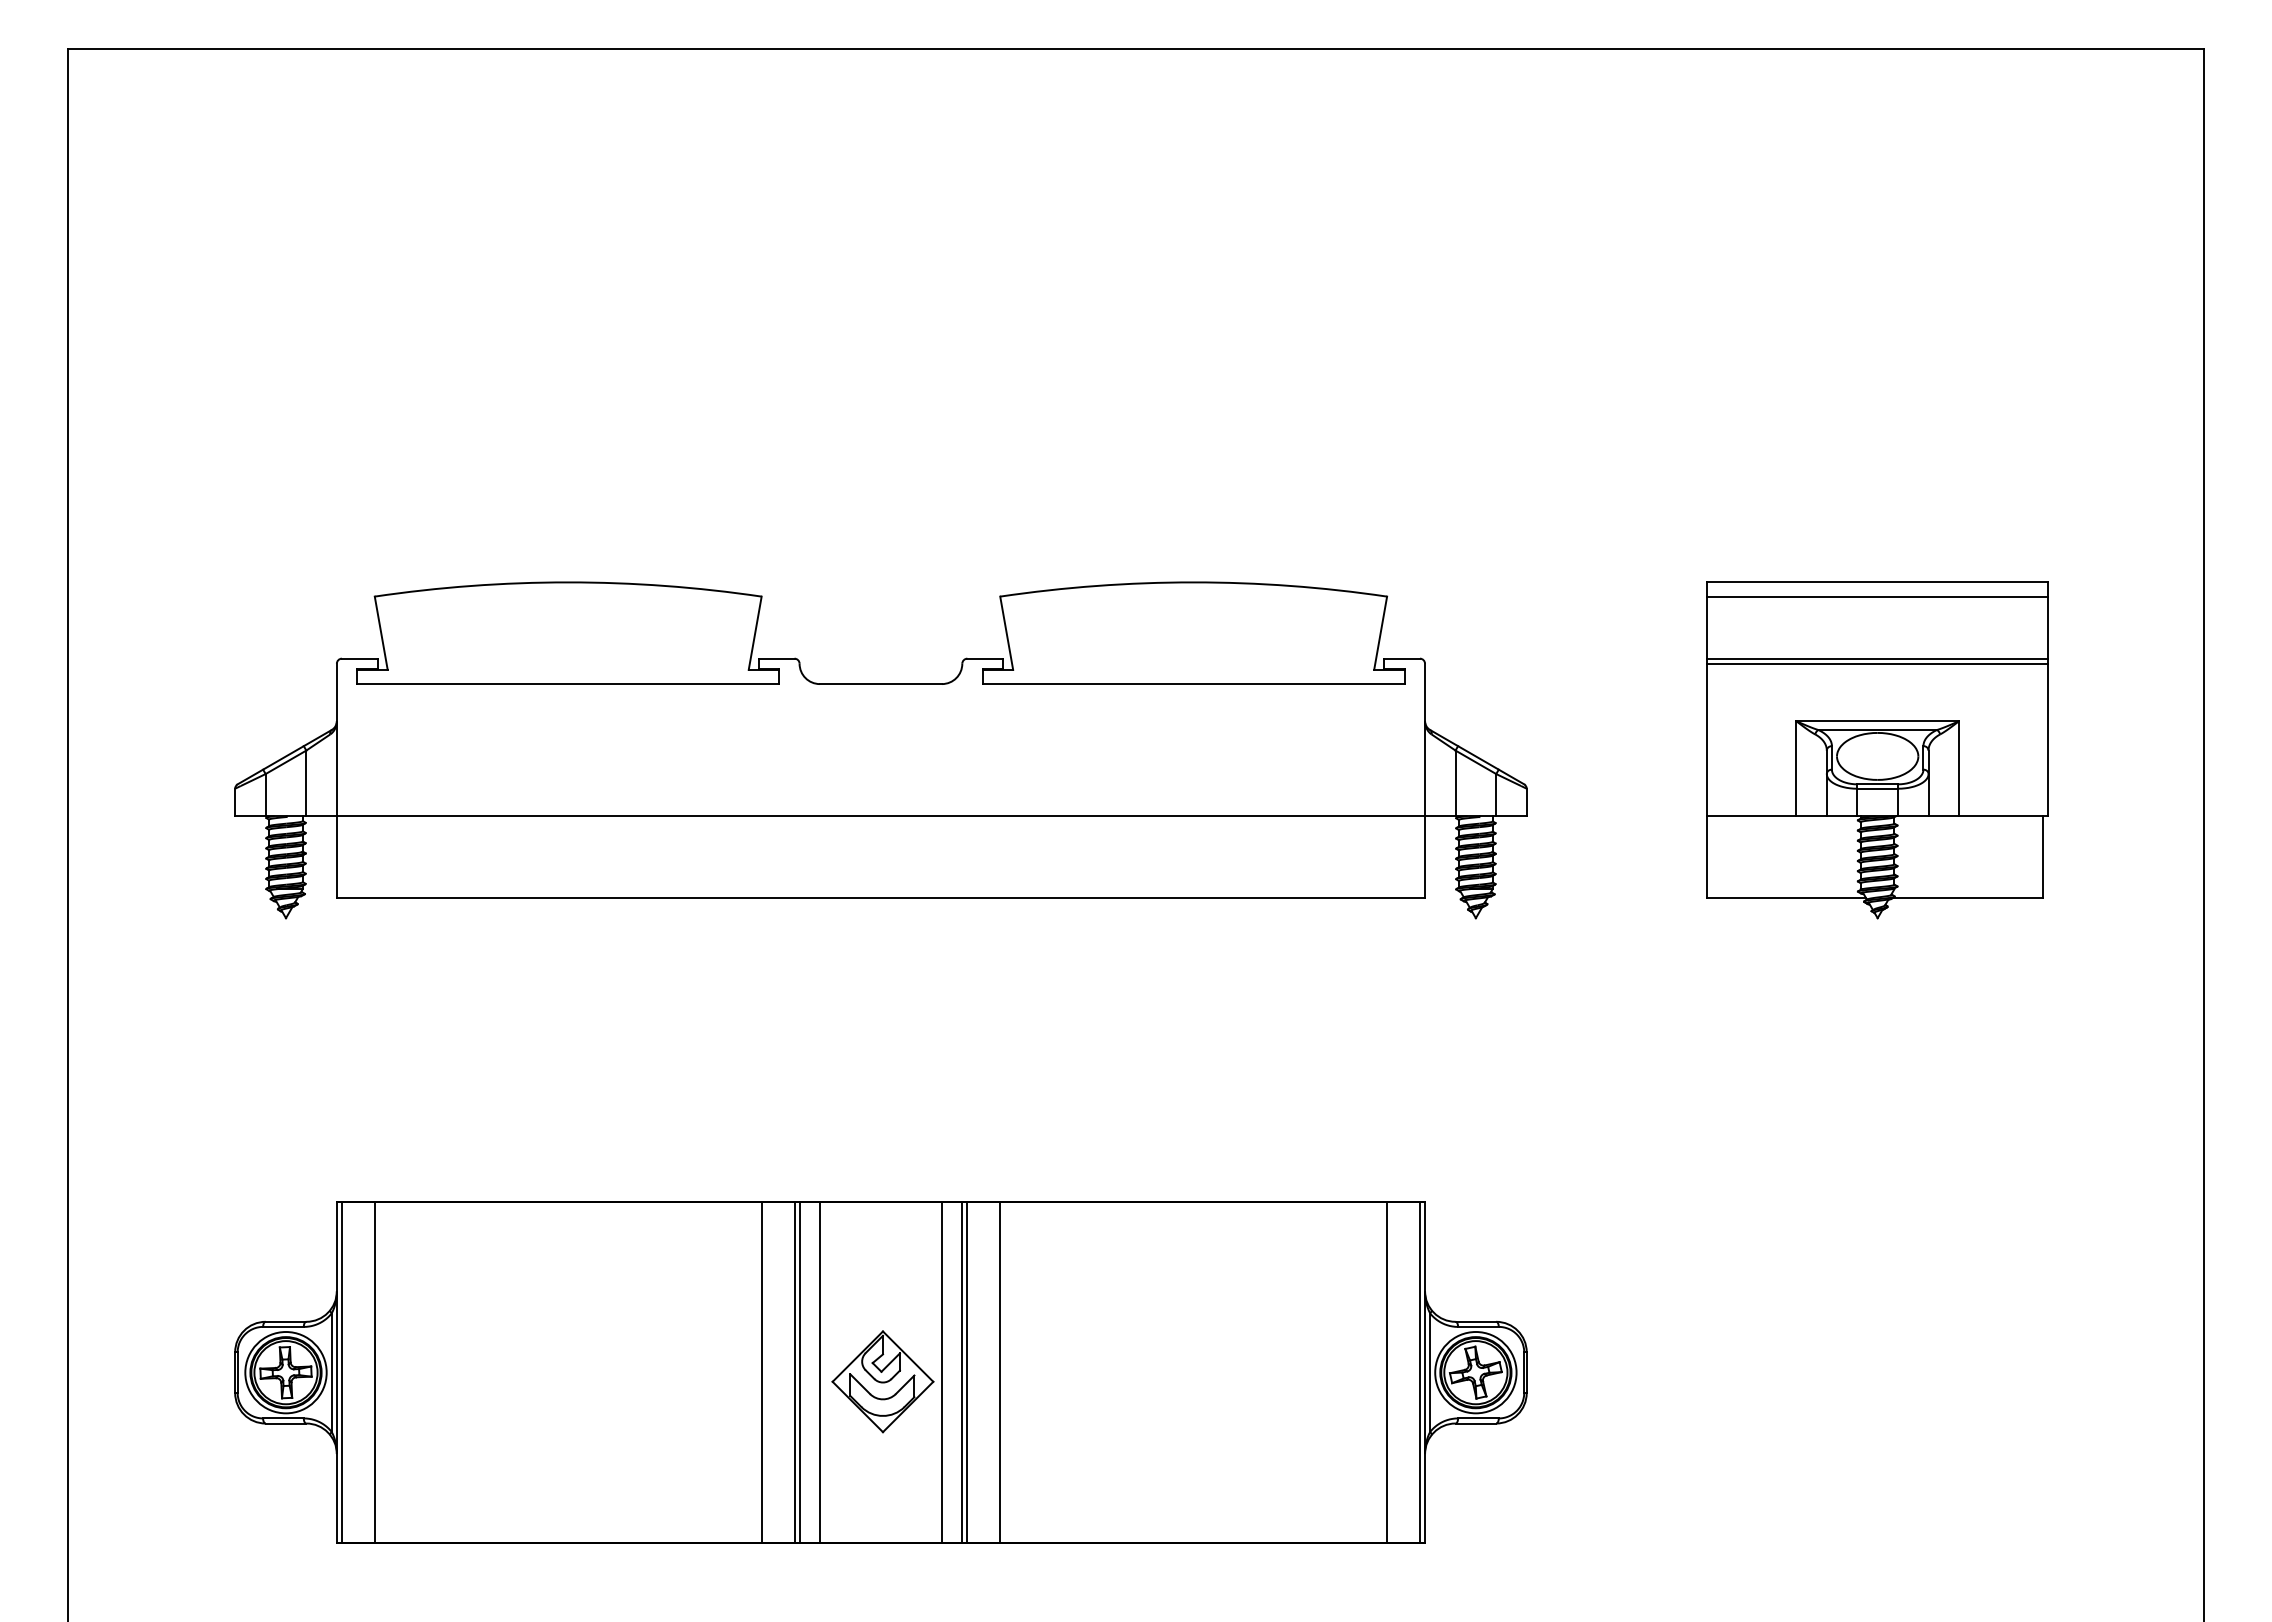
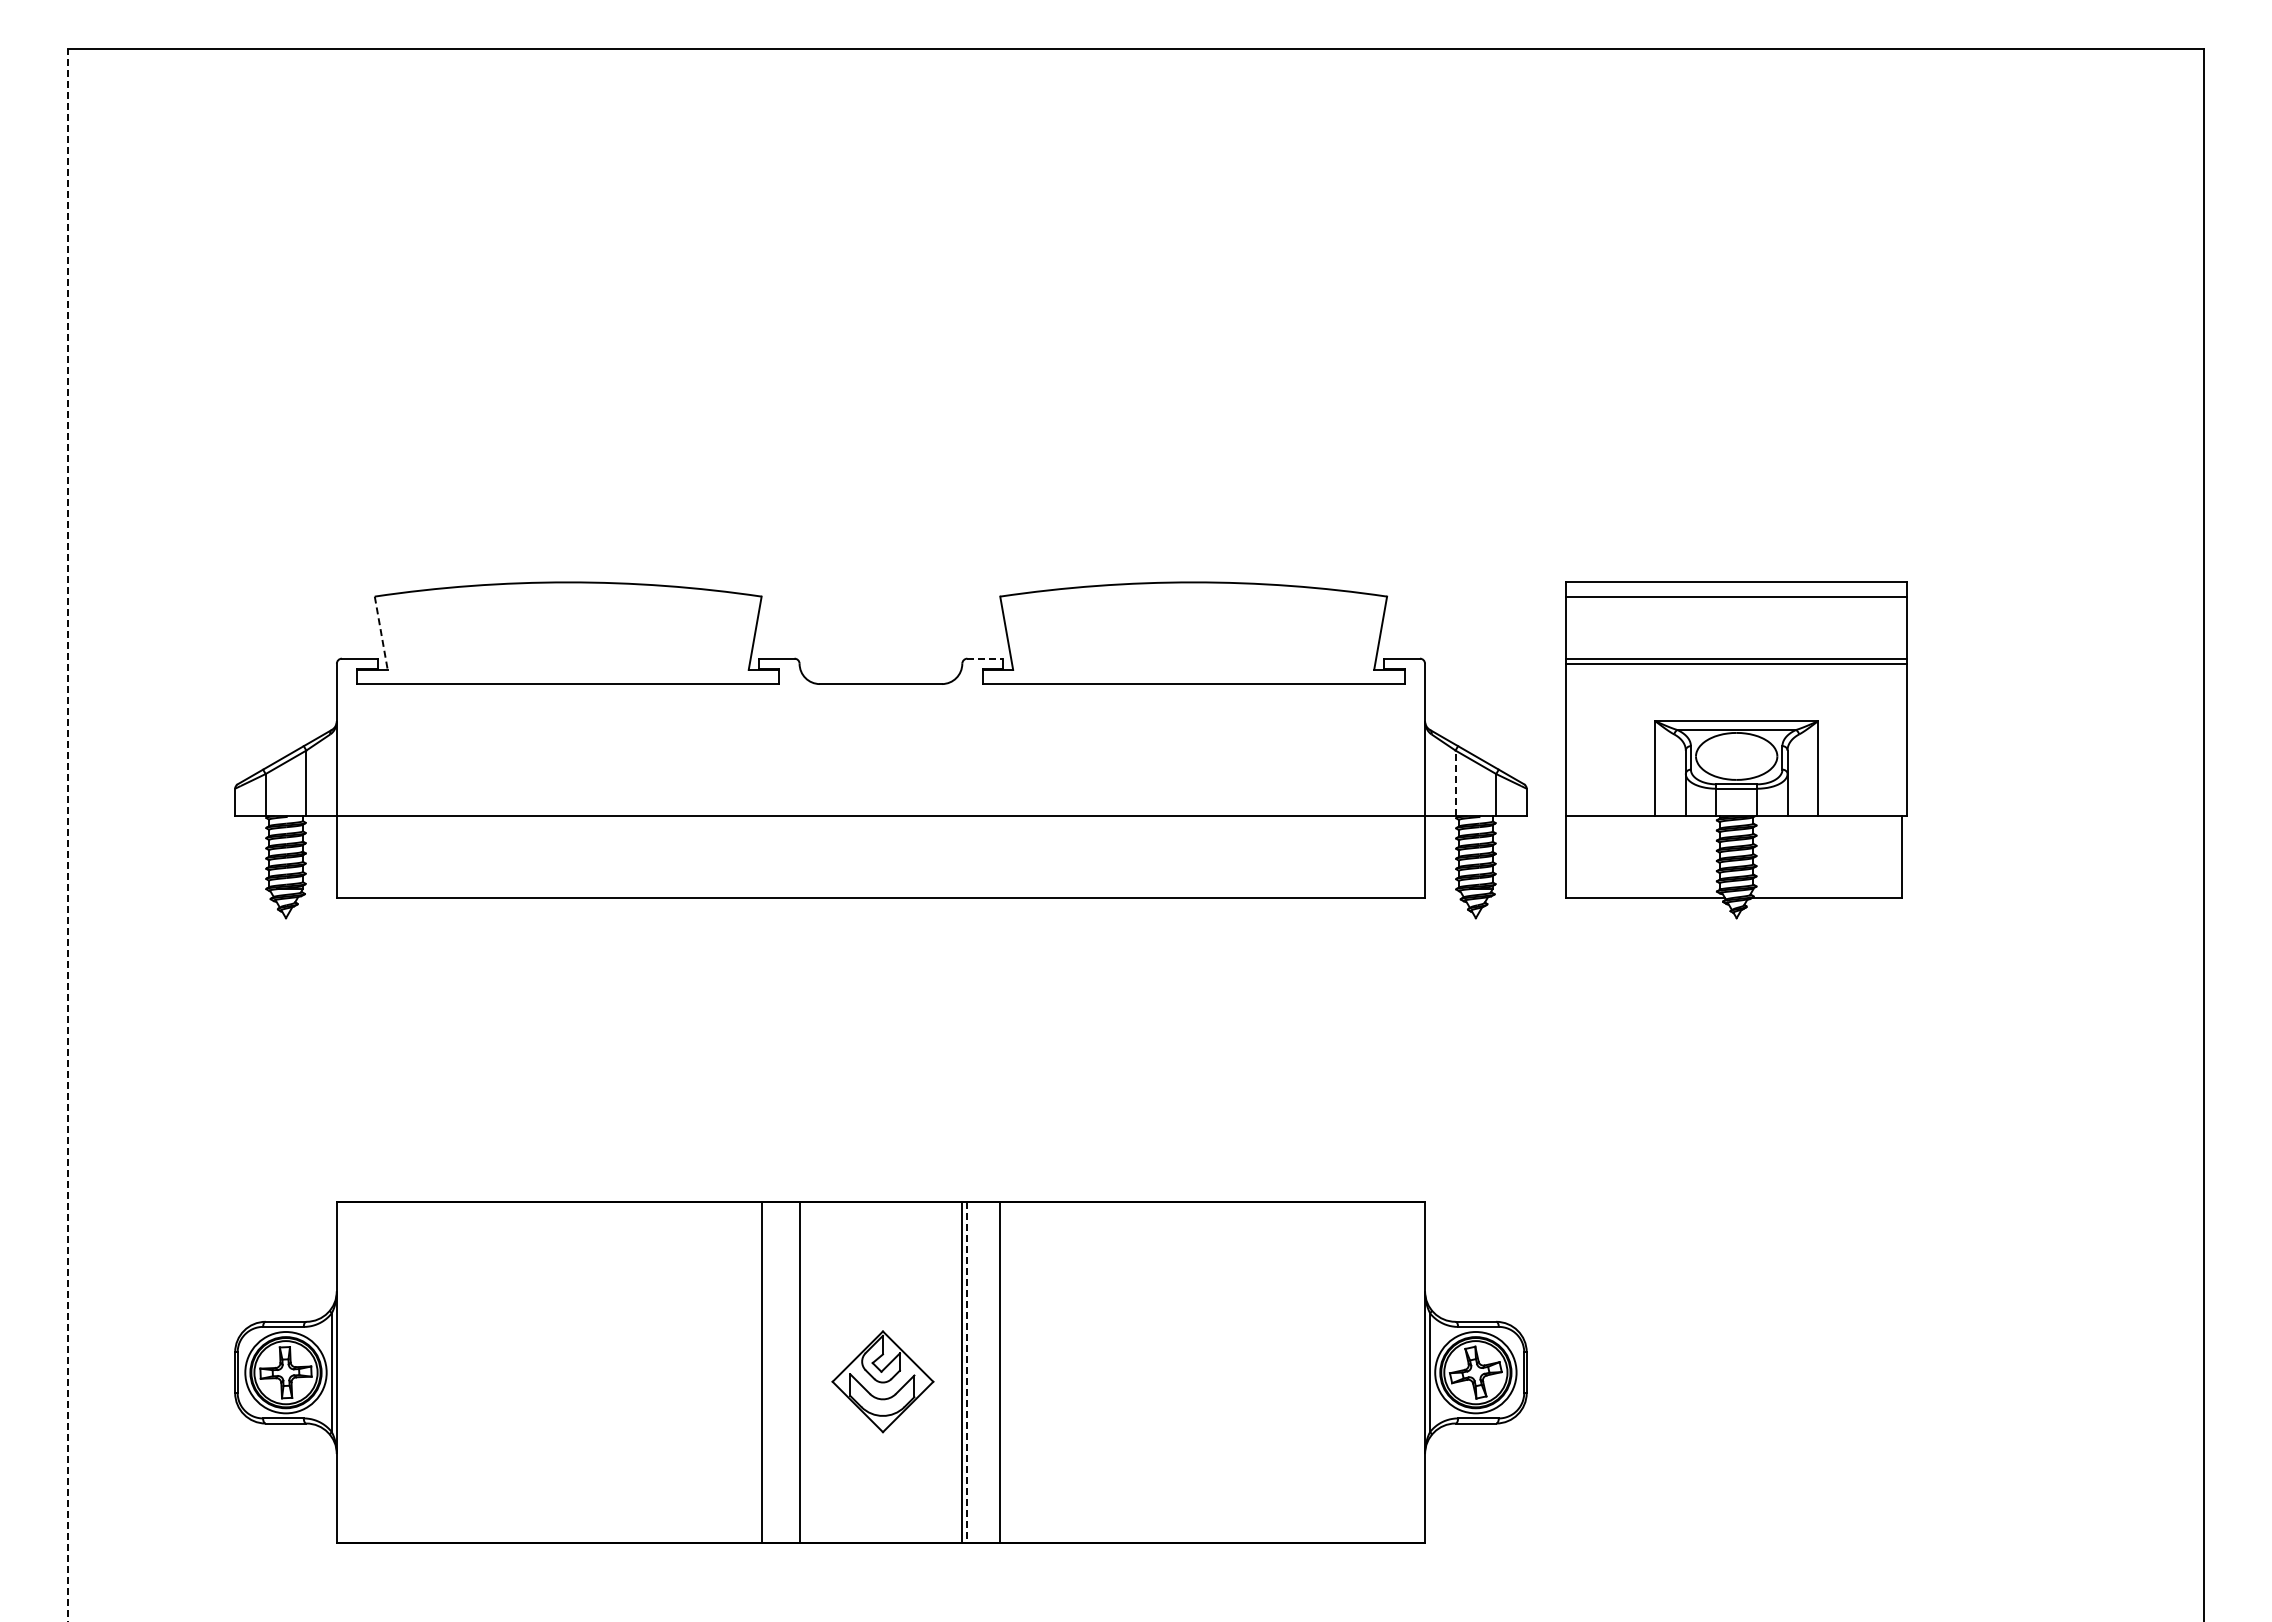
line at (381, 633): solid -> dashed
line at (985, 658): solid -> dashed
part at (1877, 750) position: (1877, 750) -> (1736, 750)
line at (1455, 783): solid -> dashed
line at (68, 834): solid -> dashed
line at (341, 1372): present -> none
line at (374, 1372): present -> none
line at (794, 1372): present -> none
line at (819, 1372): present -> none
line at (941, 1372): present -> none
line at (1387, 1372): present -> none
line at (1419, 1372): present -> none
line at (967, 1373): solid -> dashed
